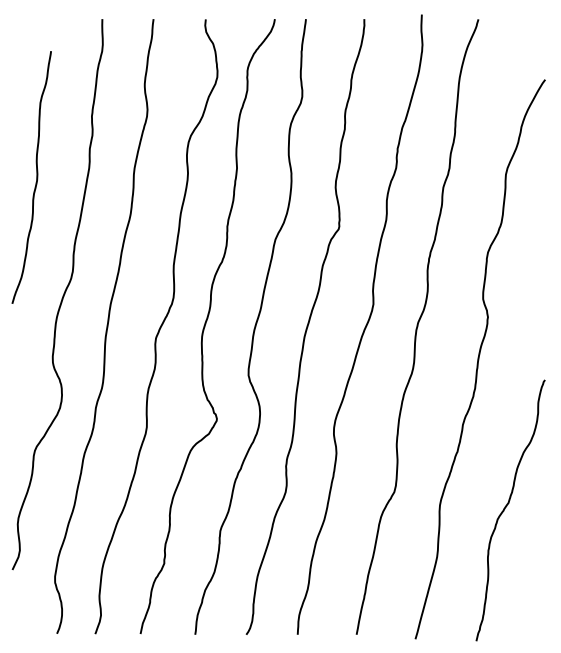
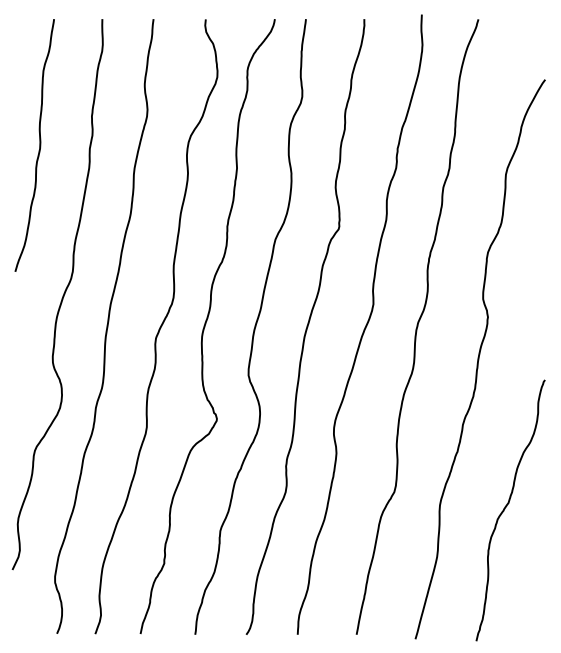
curve at (36, 177) position: (36, 177) -> (39, 145)
